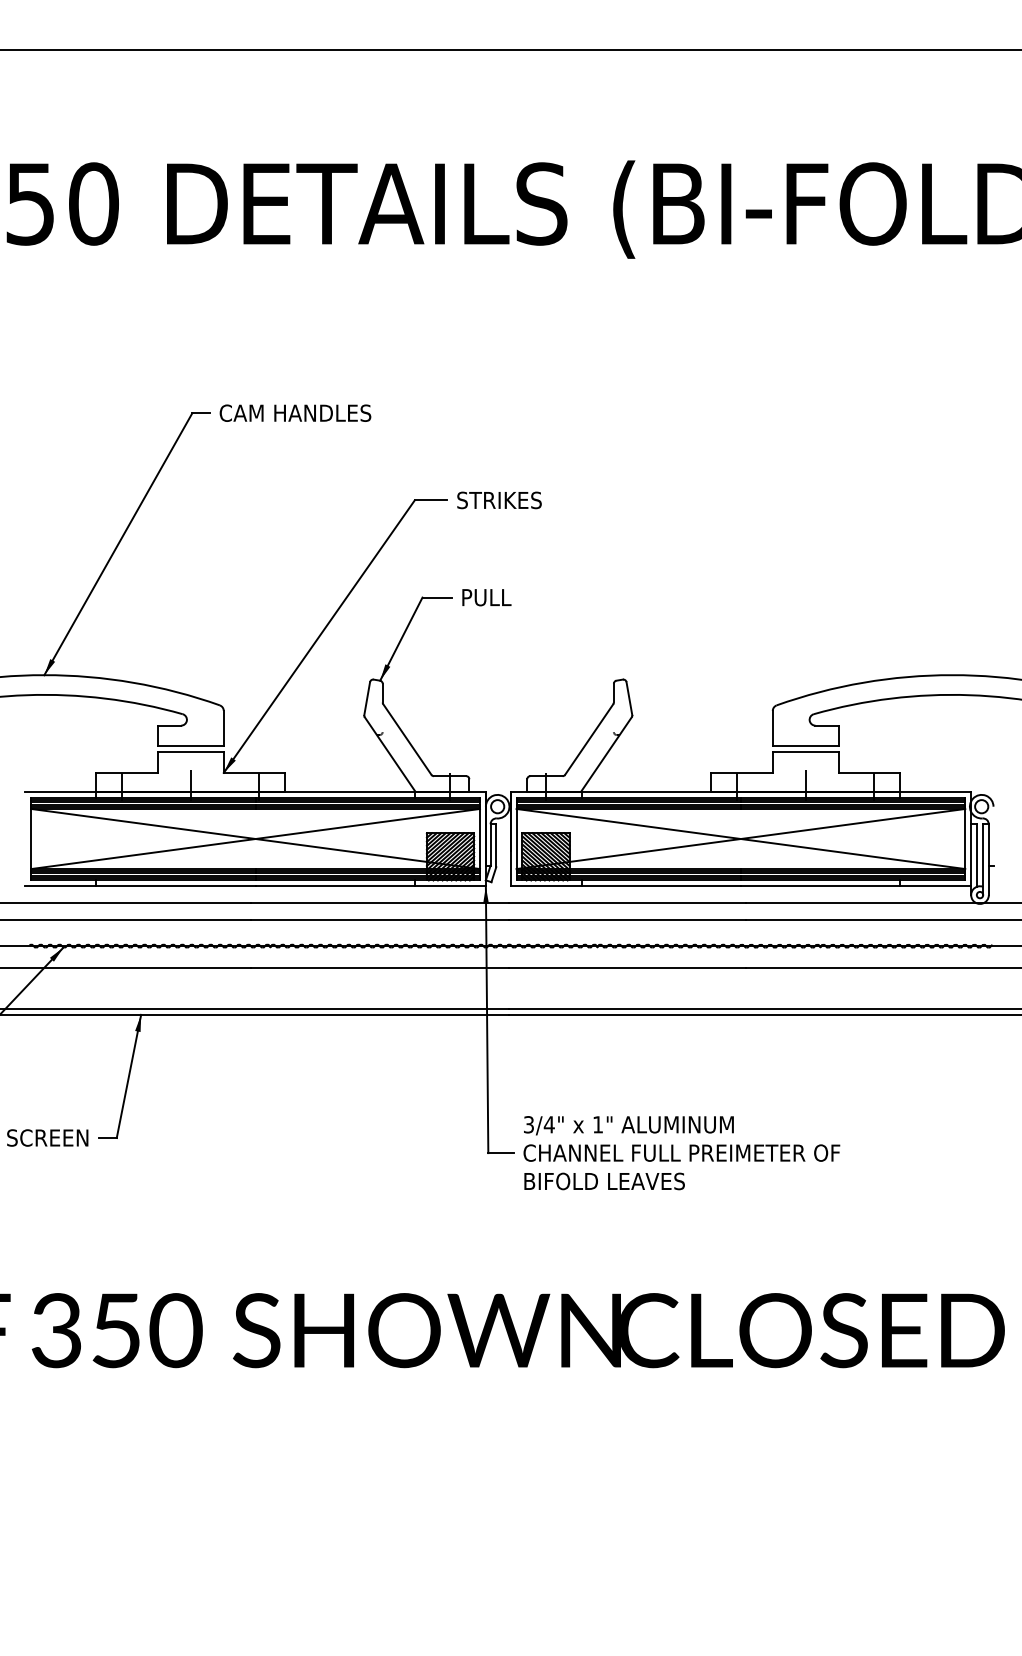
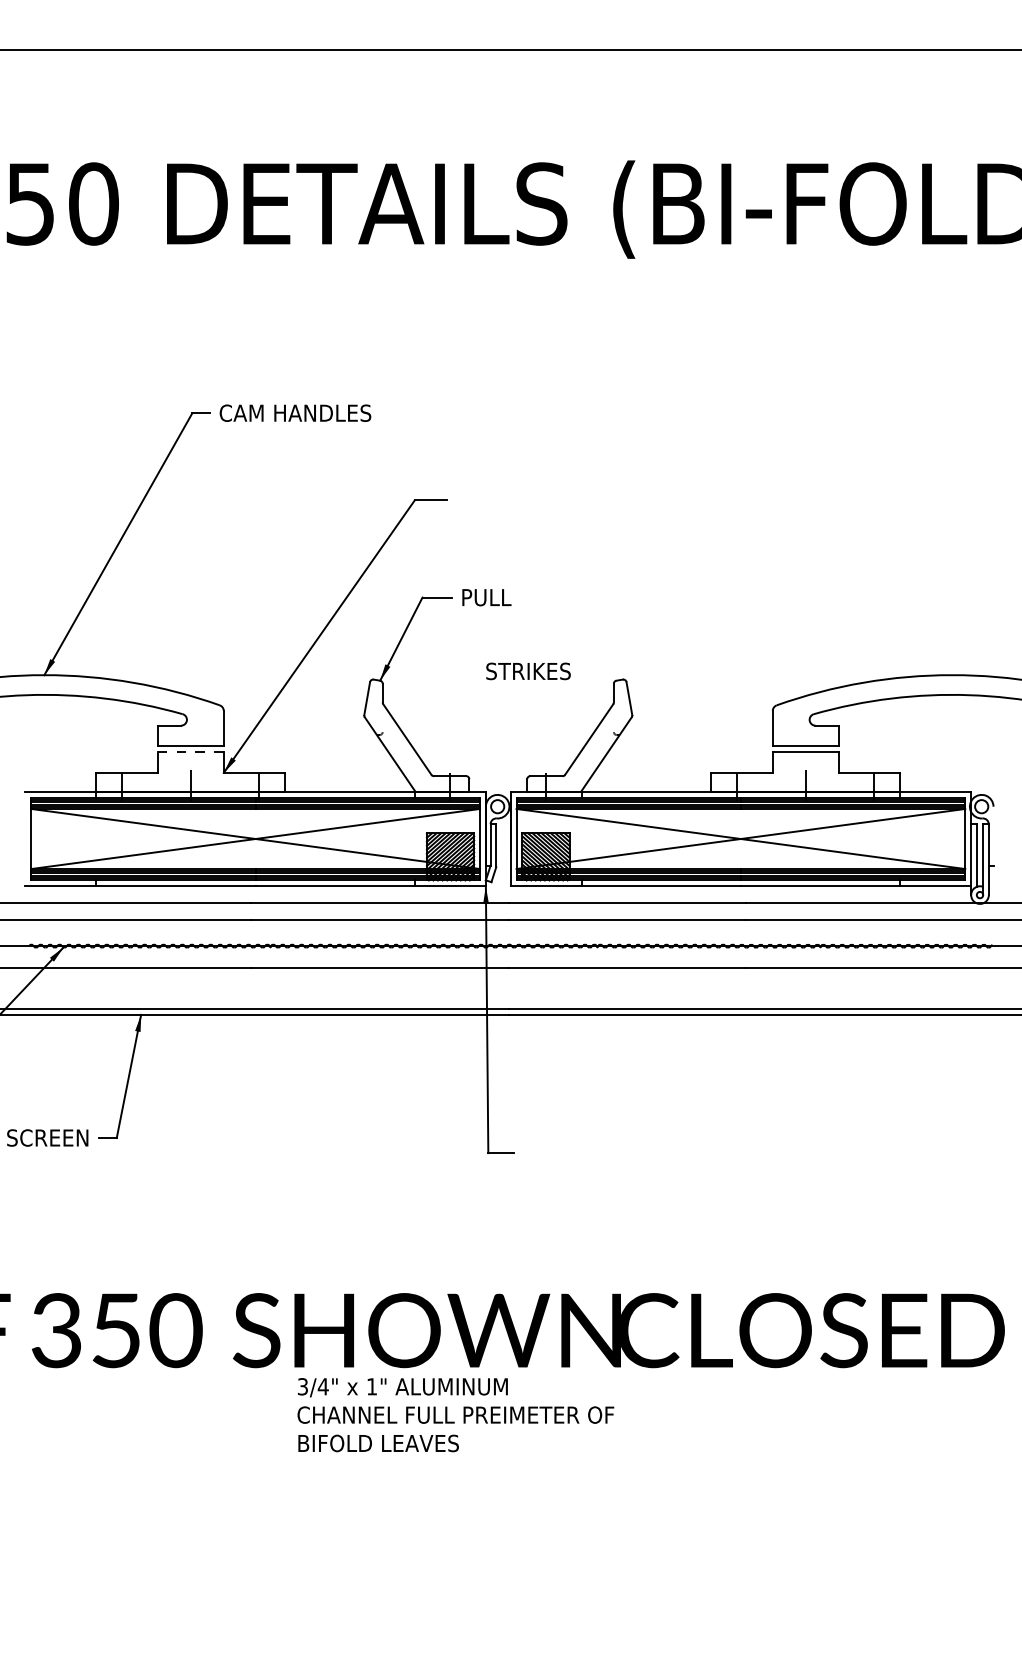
text at (499, 500) position: (499, 500) -> (528, 671)
line at (190, 752): solid -> dashed
text at (681, 1153) position: (681, 1153) -> (455, 1415)
